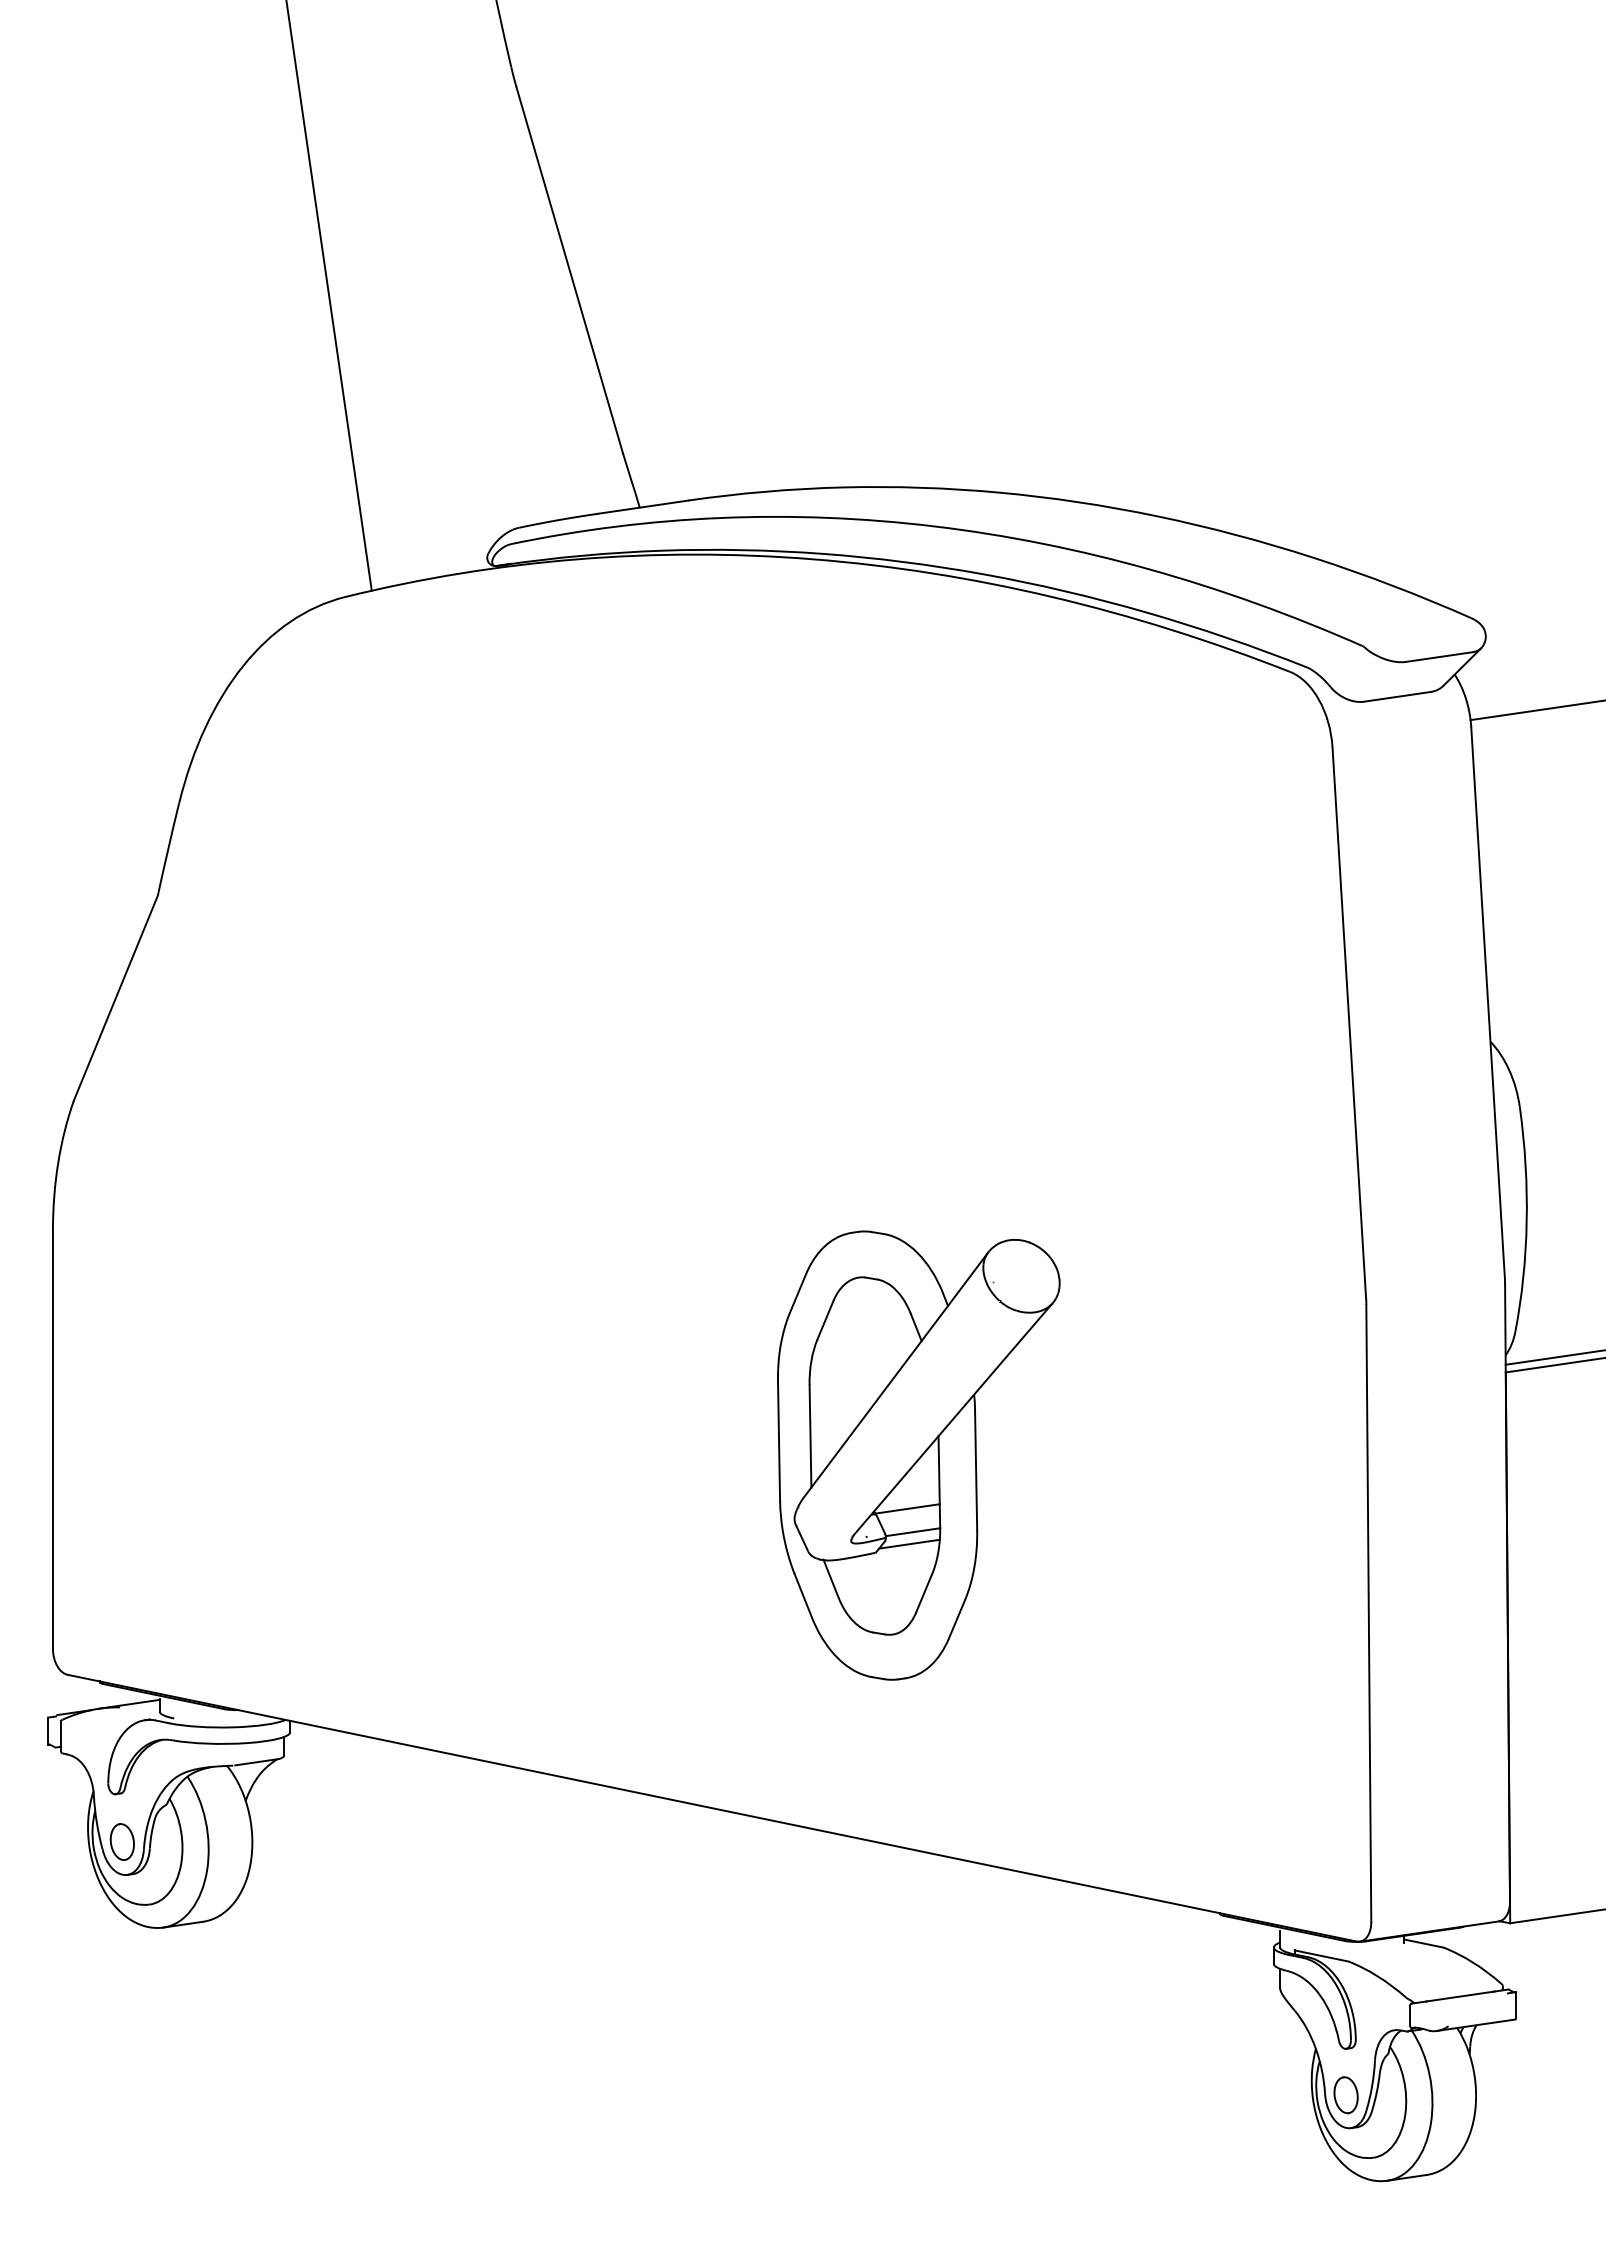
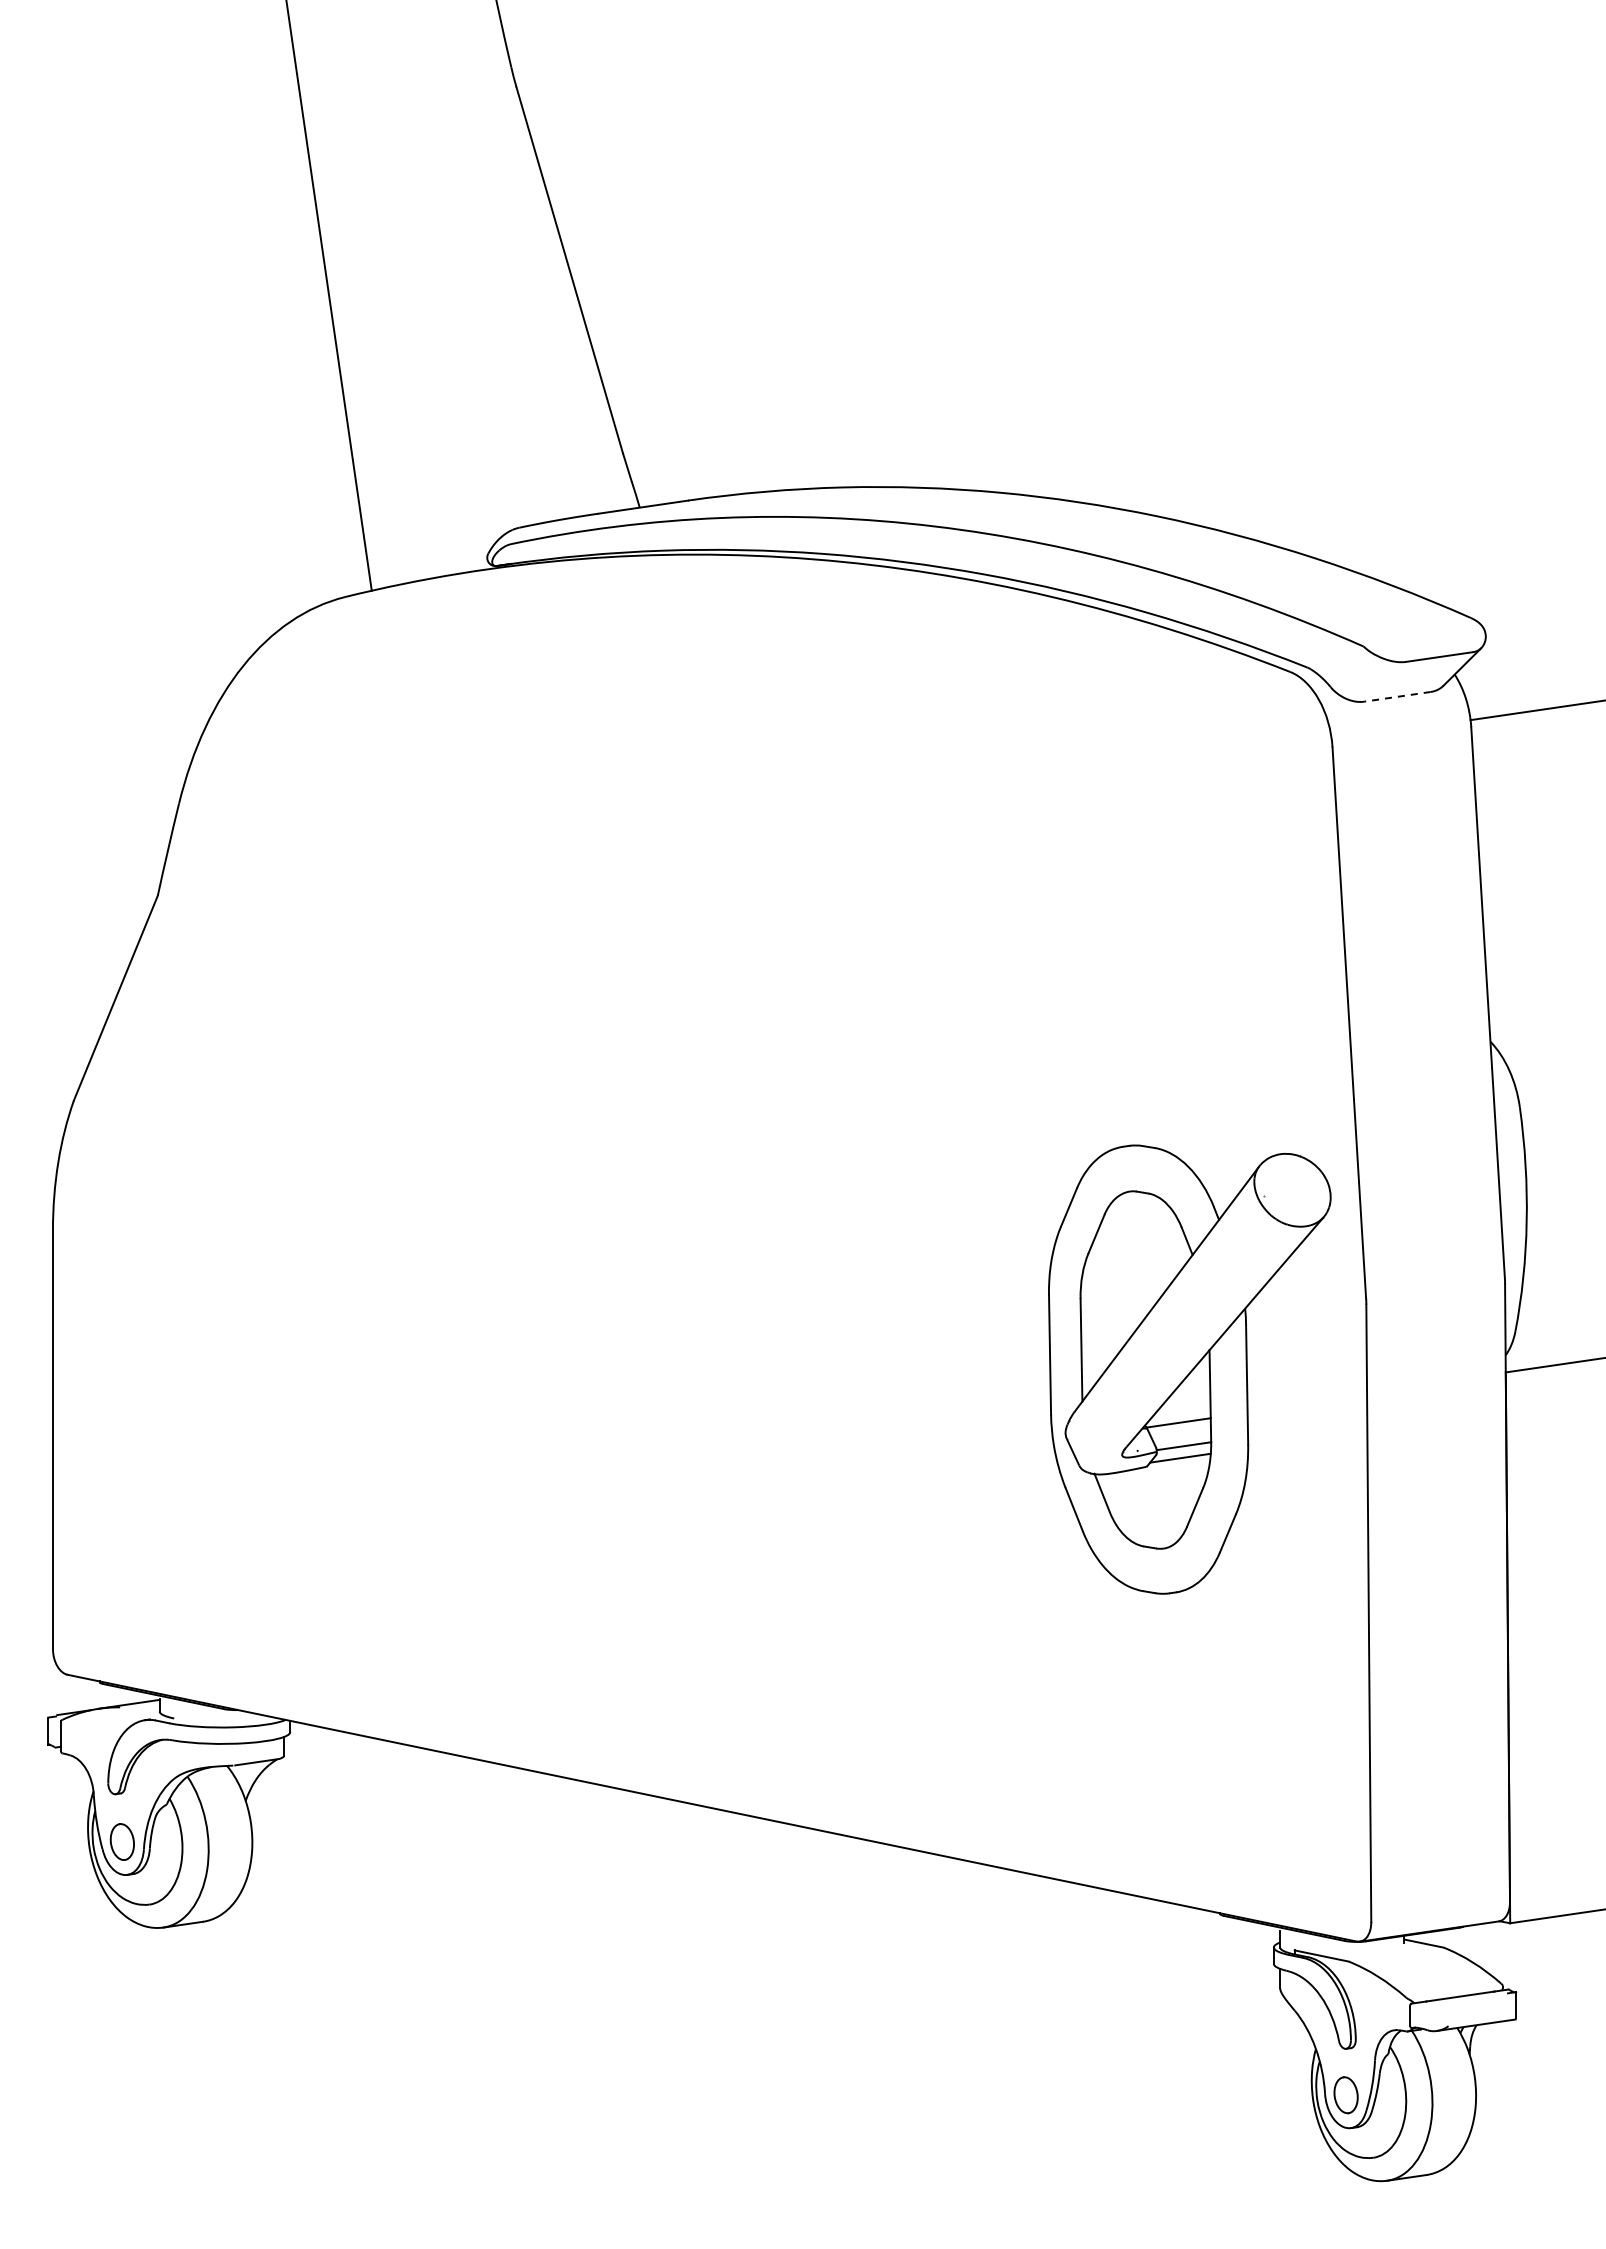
line at (1397, 696): solid -> dashed
line at (1553, 1357): present -> none
part at (918, 1455) position: (918, 1455) -> (1189, 1369)
